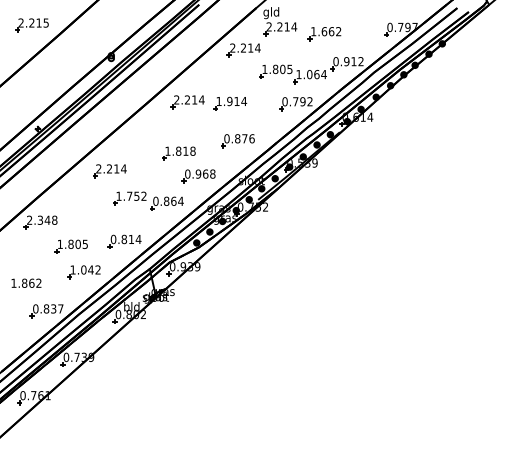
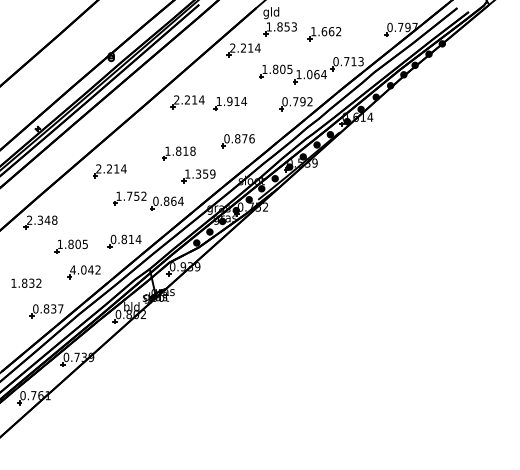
part at (31, 25): present -> none
text at (281, 26): 2.214 -> 1.853
text at (353, 61): 0.912 -> 0.713
text at (200, 173): 0.968 -> 1.359
text at (72, 269): 1.042 -> 4.042
text at (31, 282): 1.862 -> 1.832
